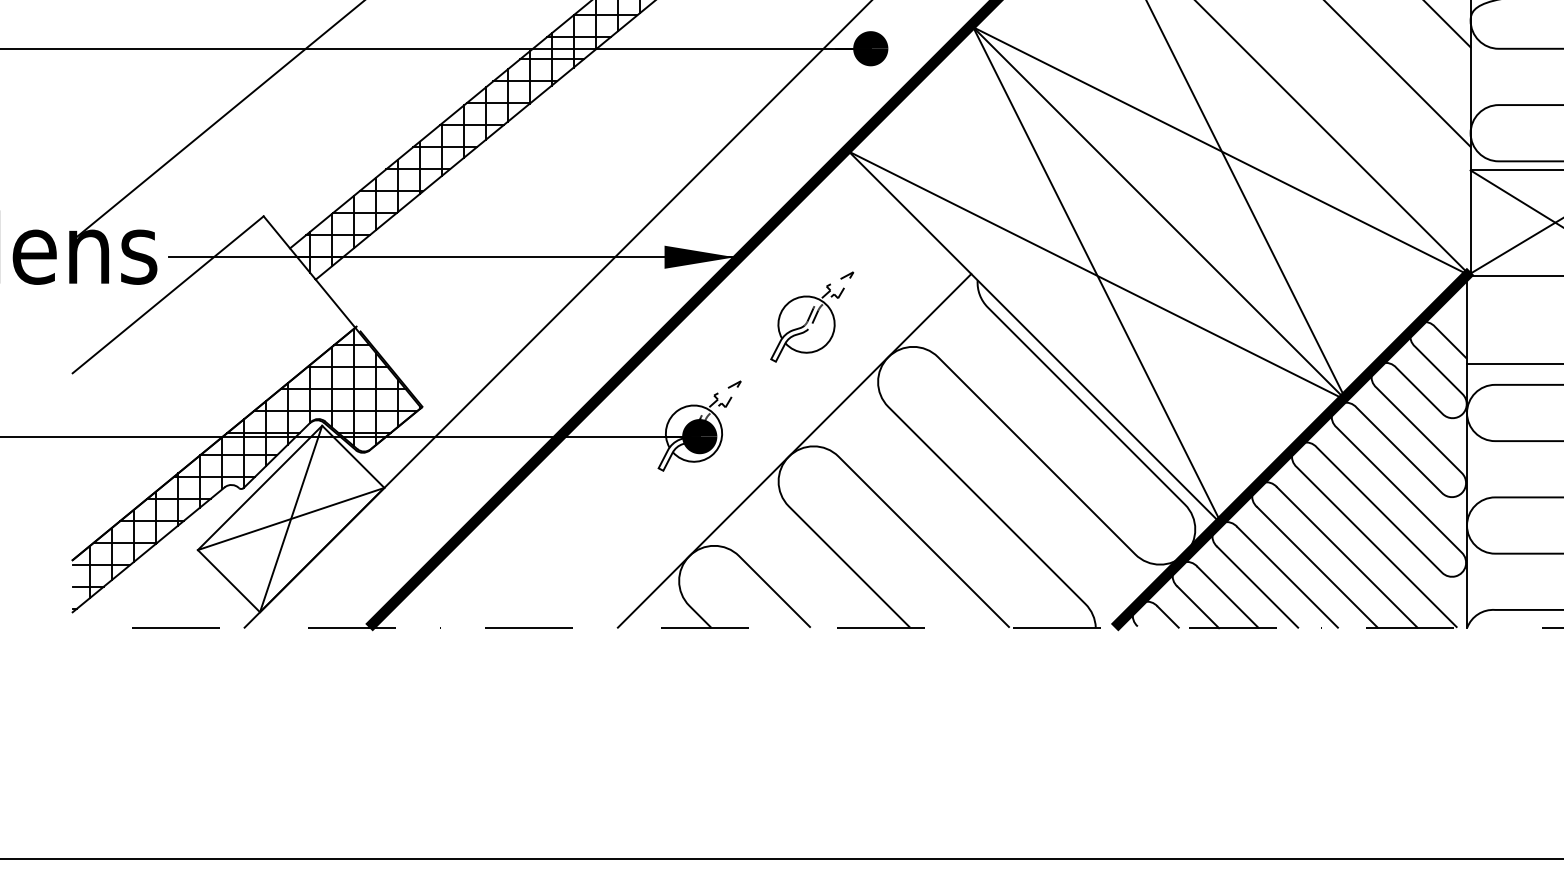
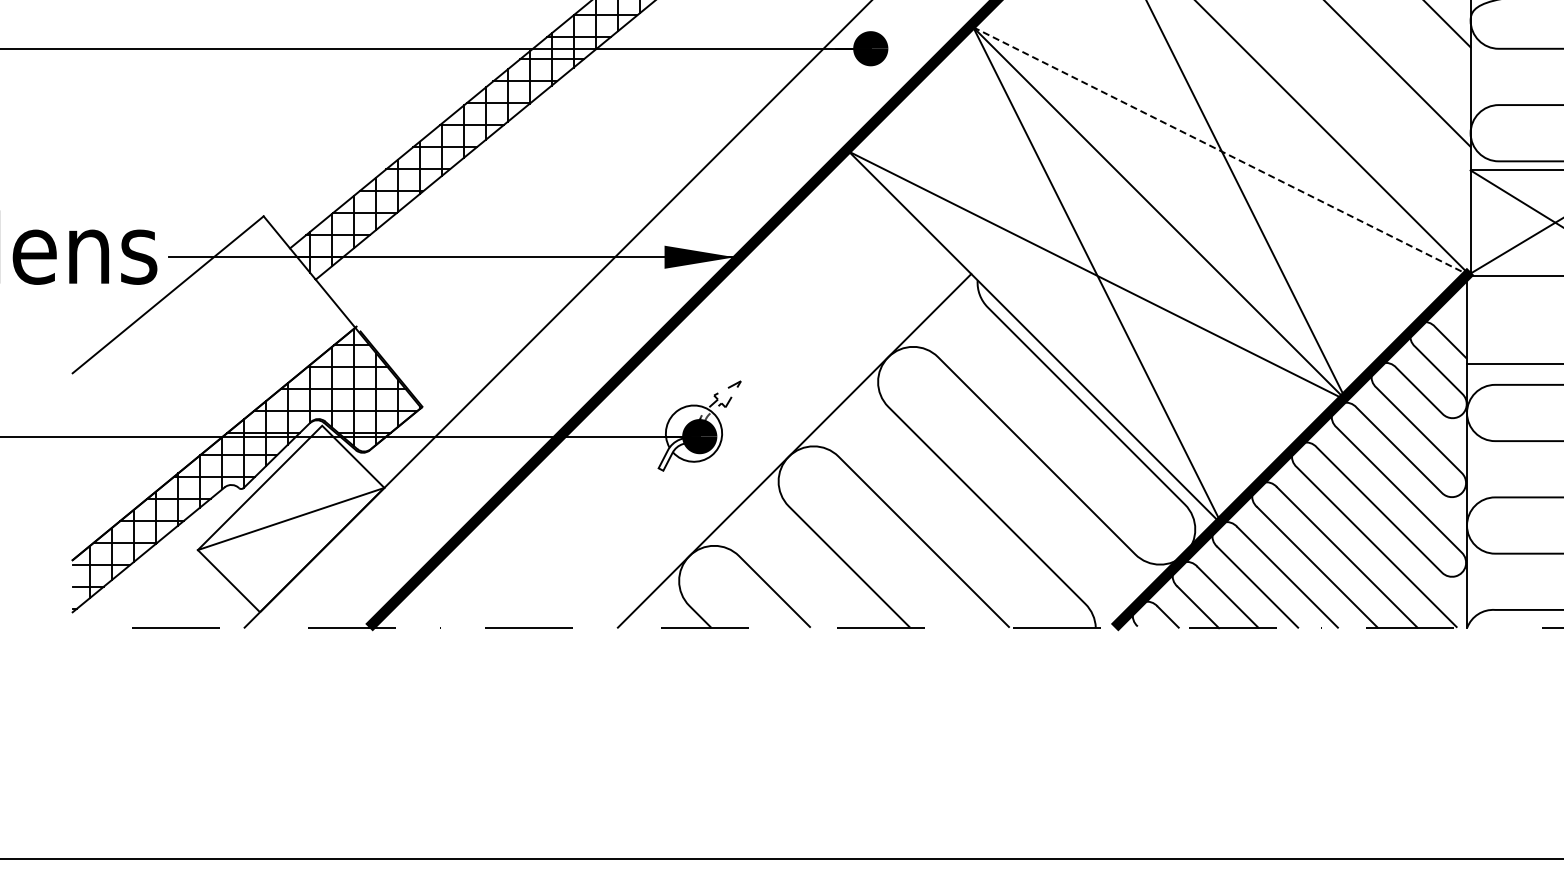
line at (217, 121): present -> none
line at (1222, 151): solid -> dashed
part at (812, 316): present -> none
line at (291, 518): present -> none
